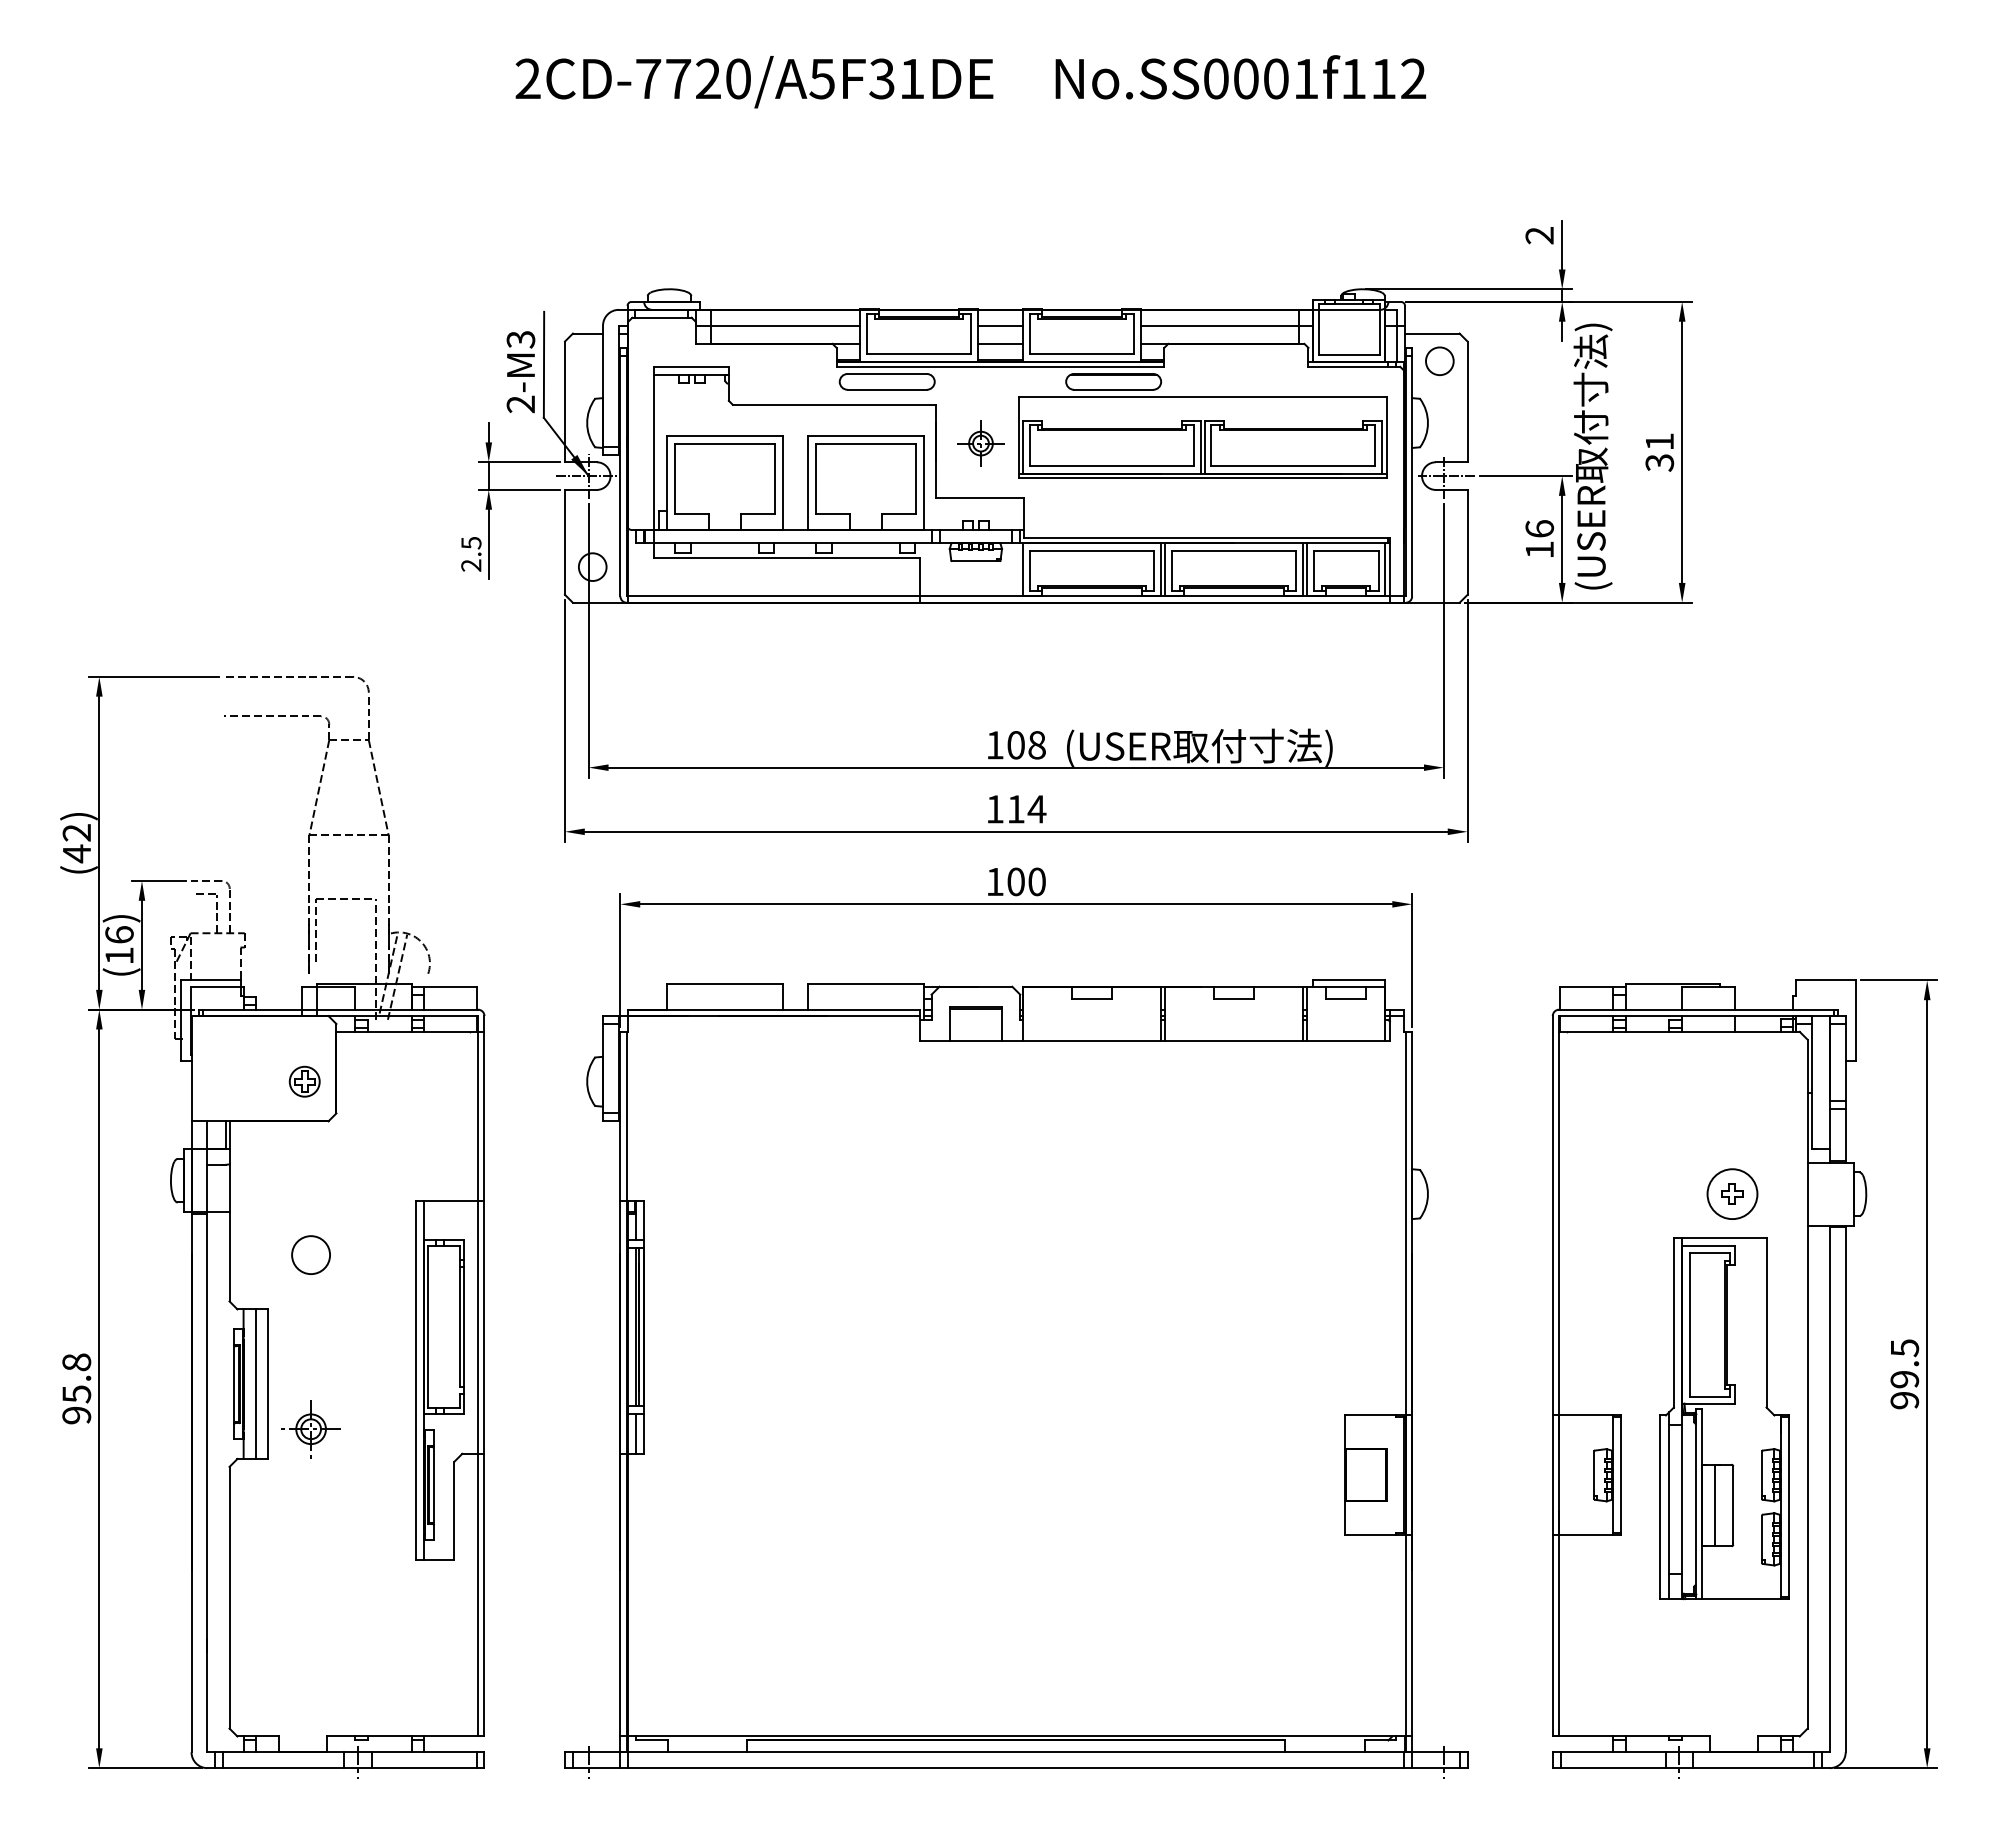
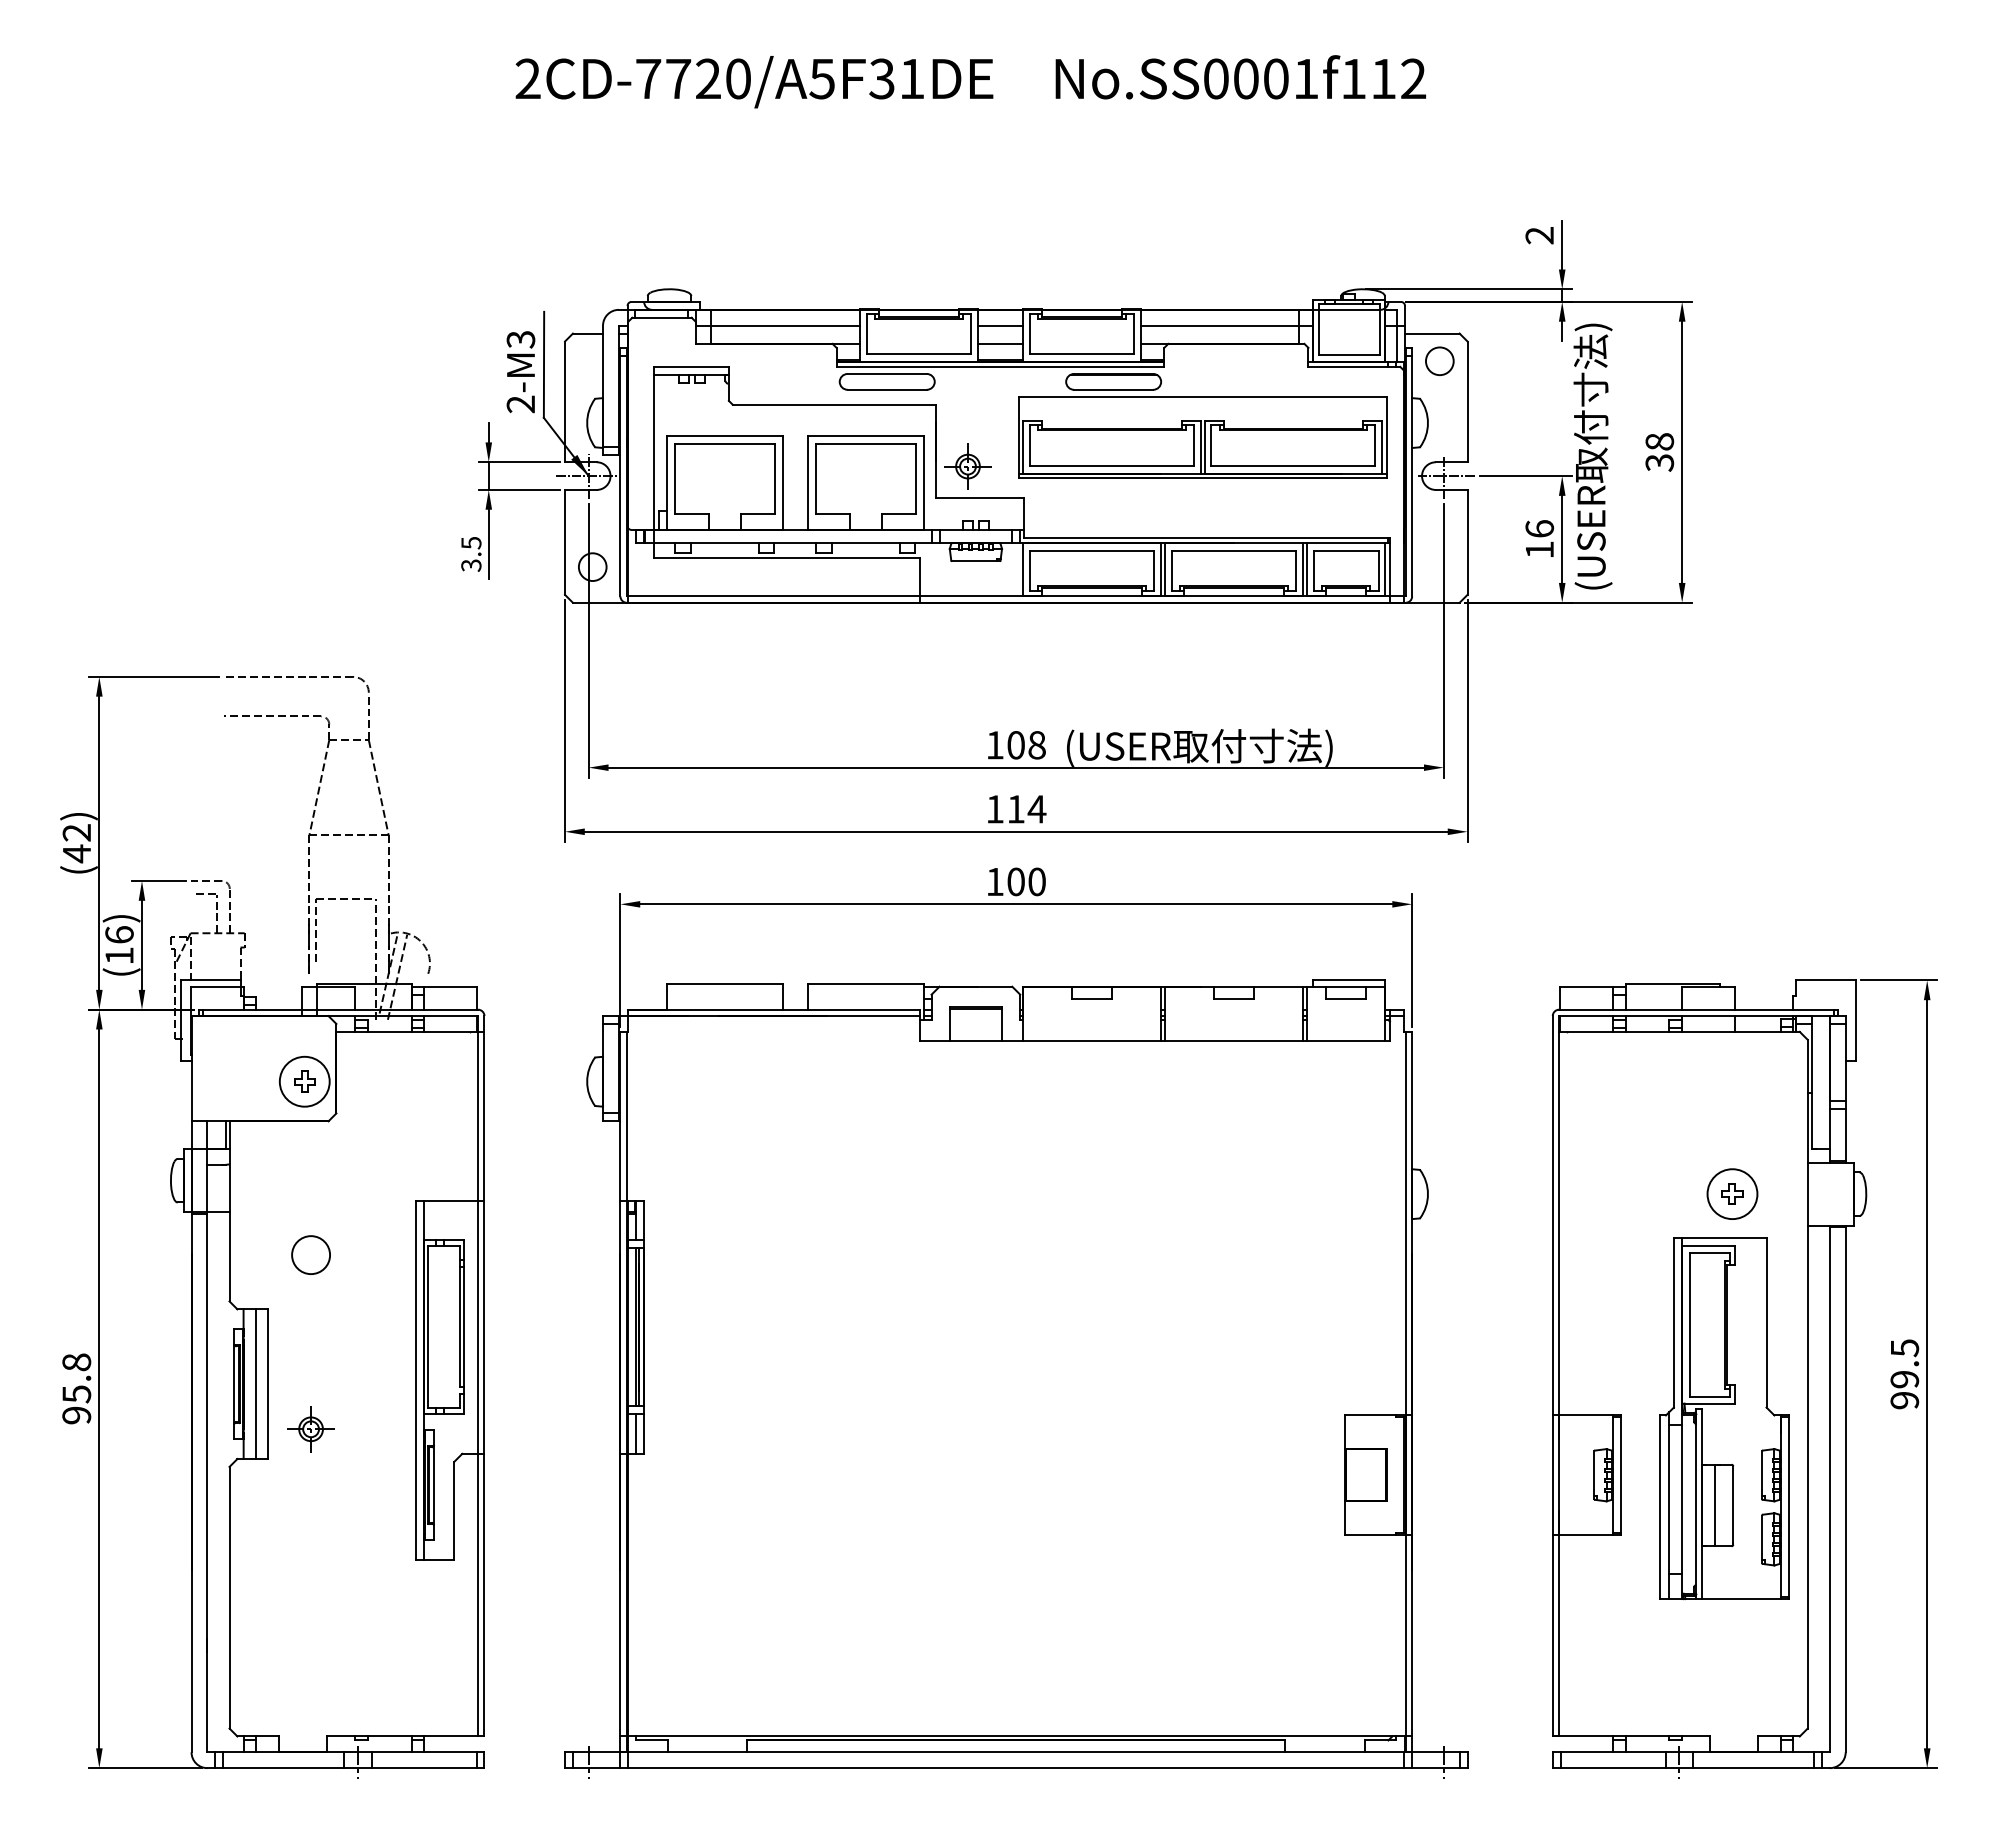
text at (1659, 441): 31 -> 38
part at (980, 443) position: (980, 443) -> (967, 466)
text at (471, 565): 2.5 -> 3.5
circle at (304, 1081) diameter: 30 px -> 50 px
part at (310, 1429) size: 60x59 px -> 48x47 px
